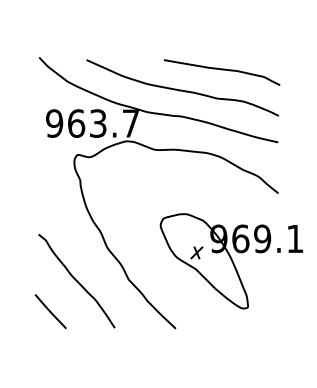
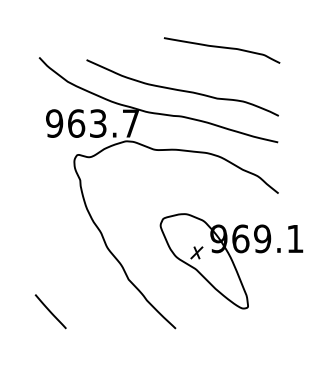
curve at (221, 70) position: (221, 70) -> (221, 48)
curve at (76, 281): present -> none
